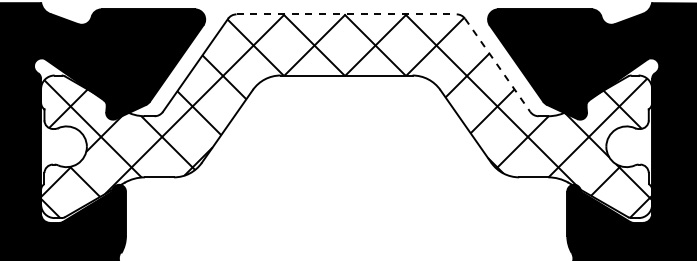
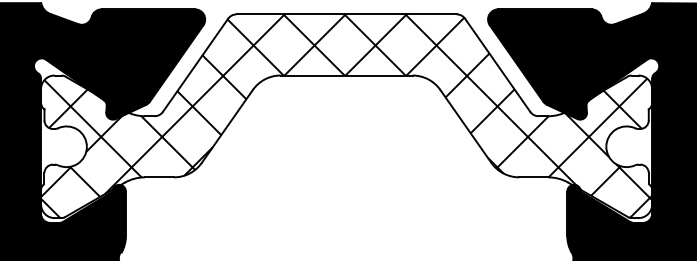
line at (347, 14): dashed -> solid
line at (497, 65): dashed -> solid
